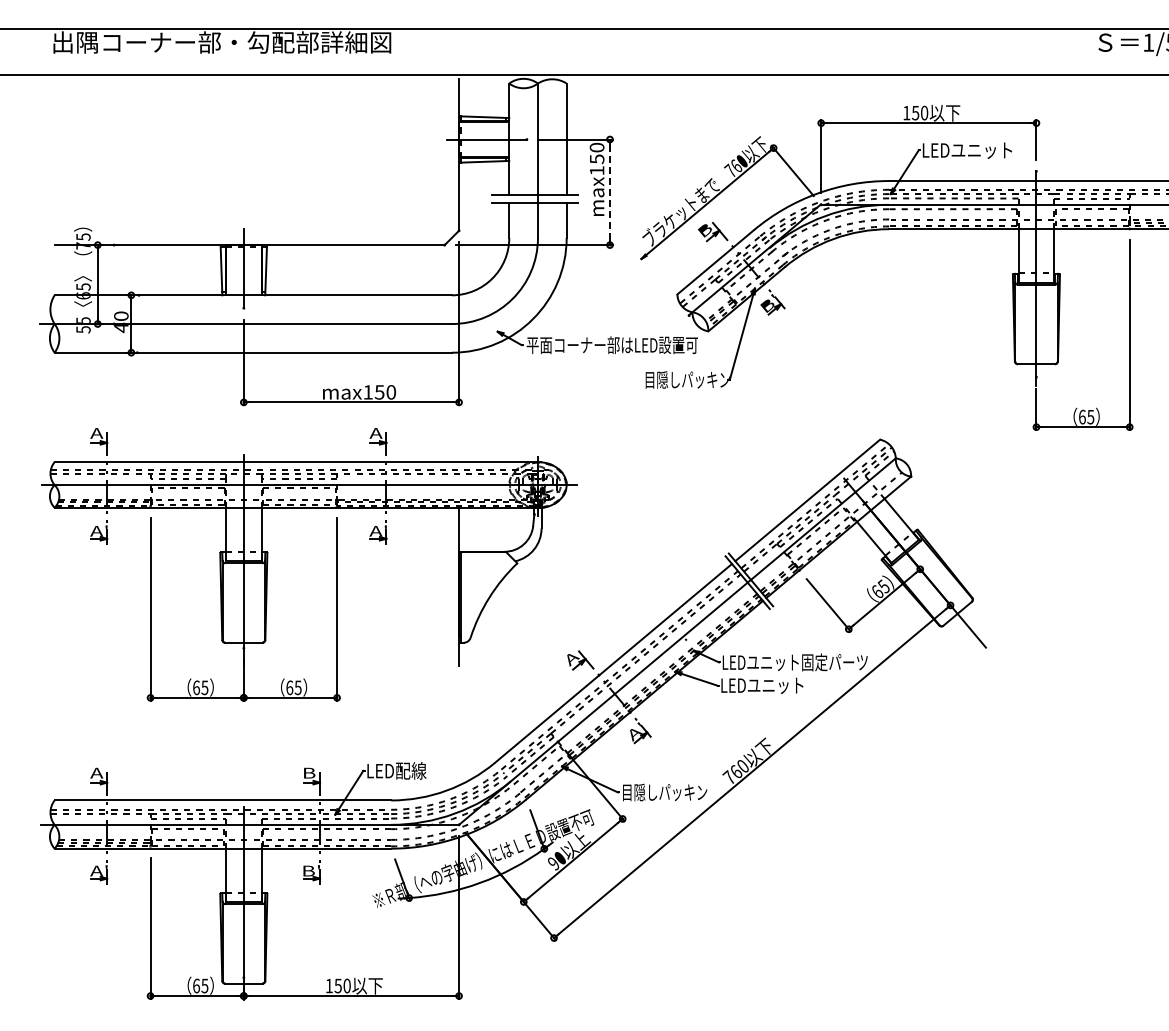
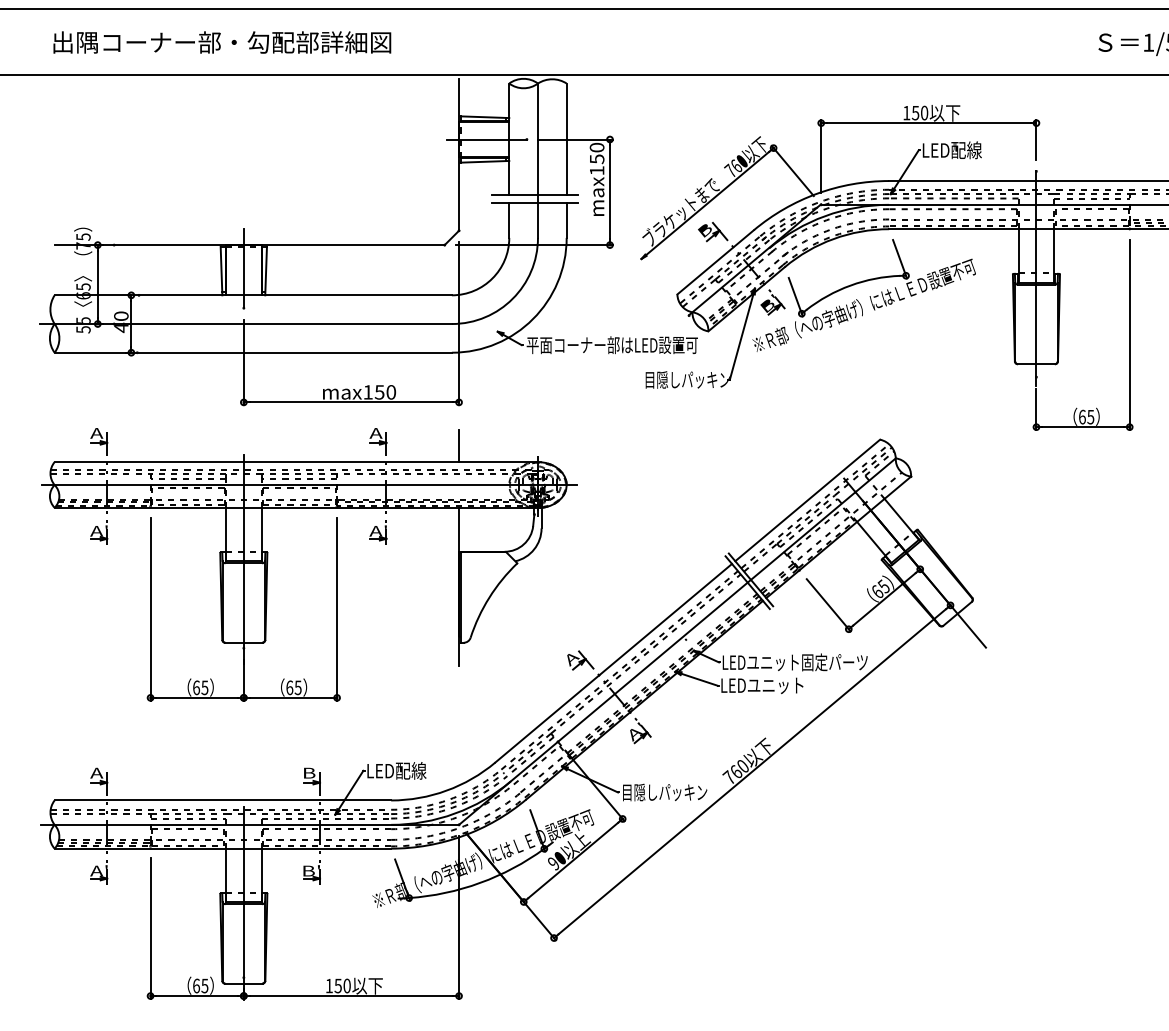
line at (583, 28) position: (583, 28) -> (583, 8)
text at (981, 150): LEDユニット -> LED配線
line at (609, 192): dashed -> solid
part at (869, 296): none -> present
line at (459, 446): none -> present
